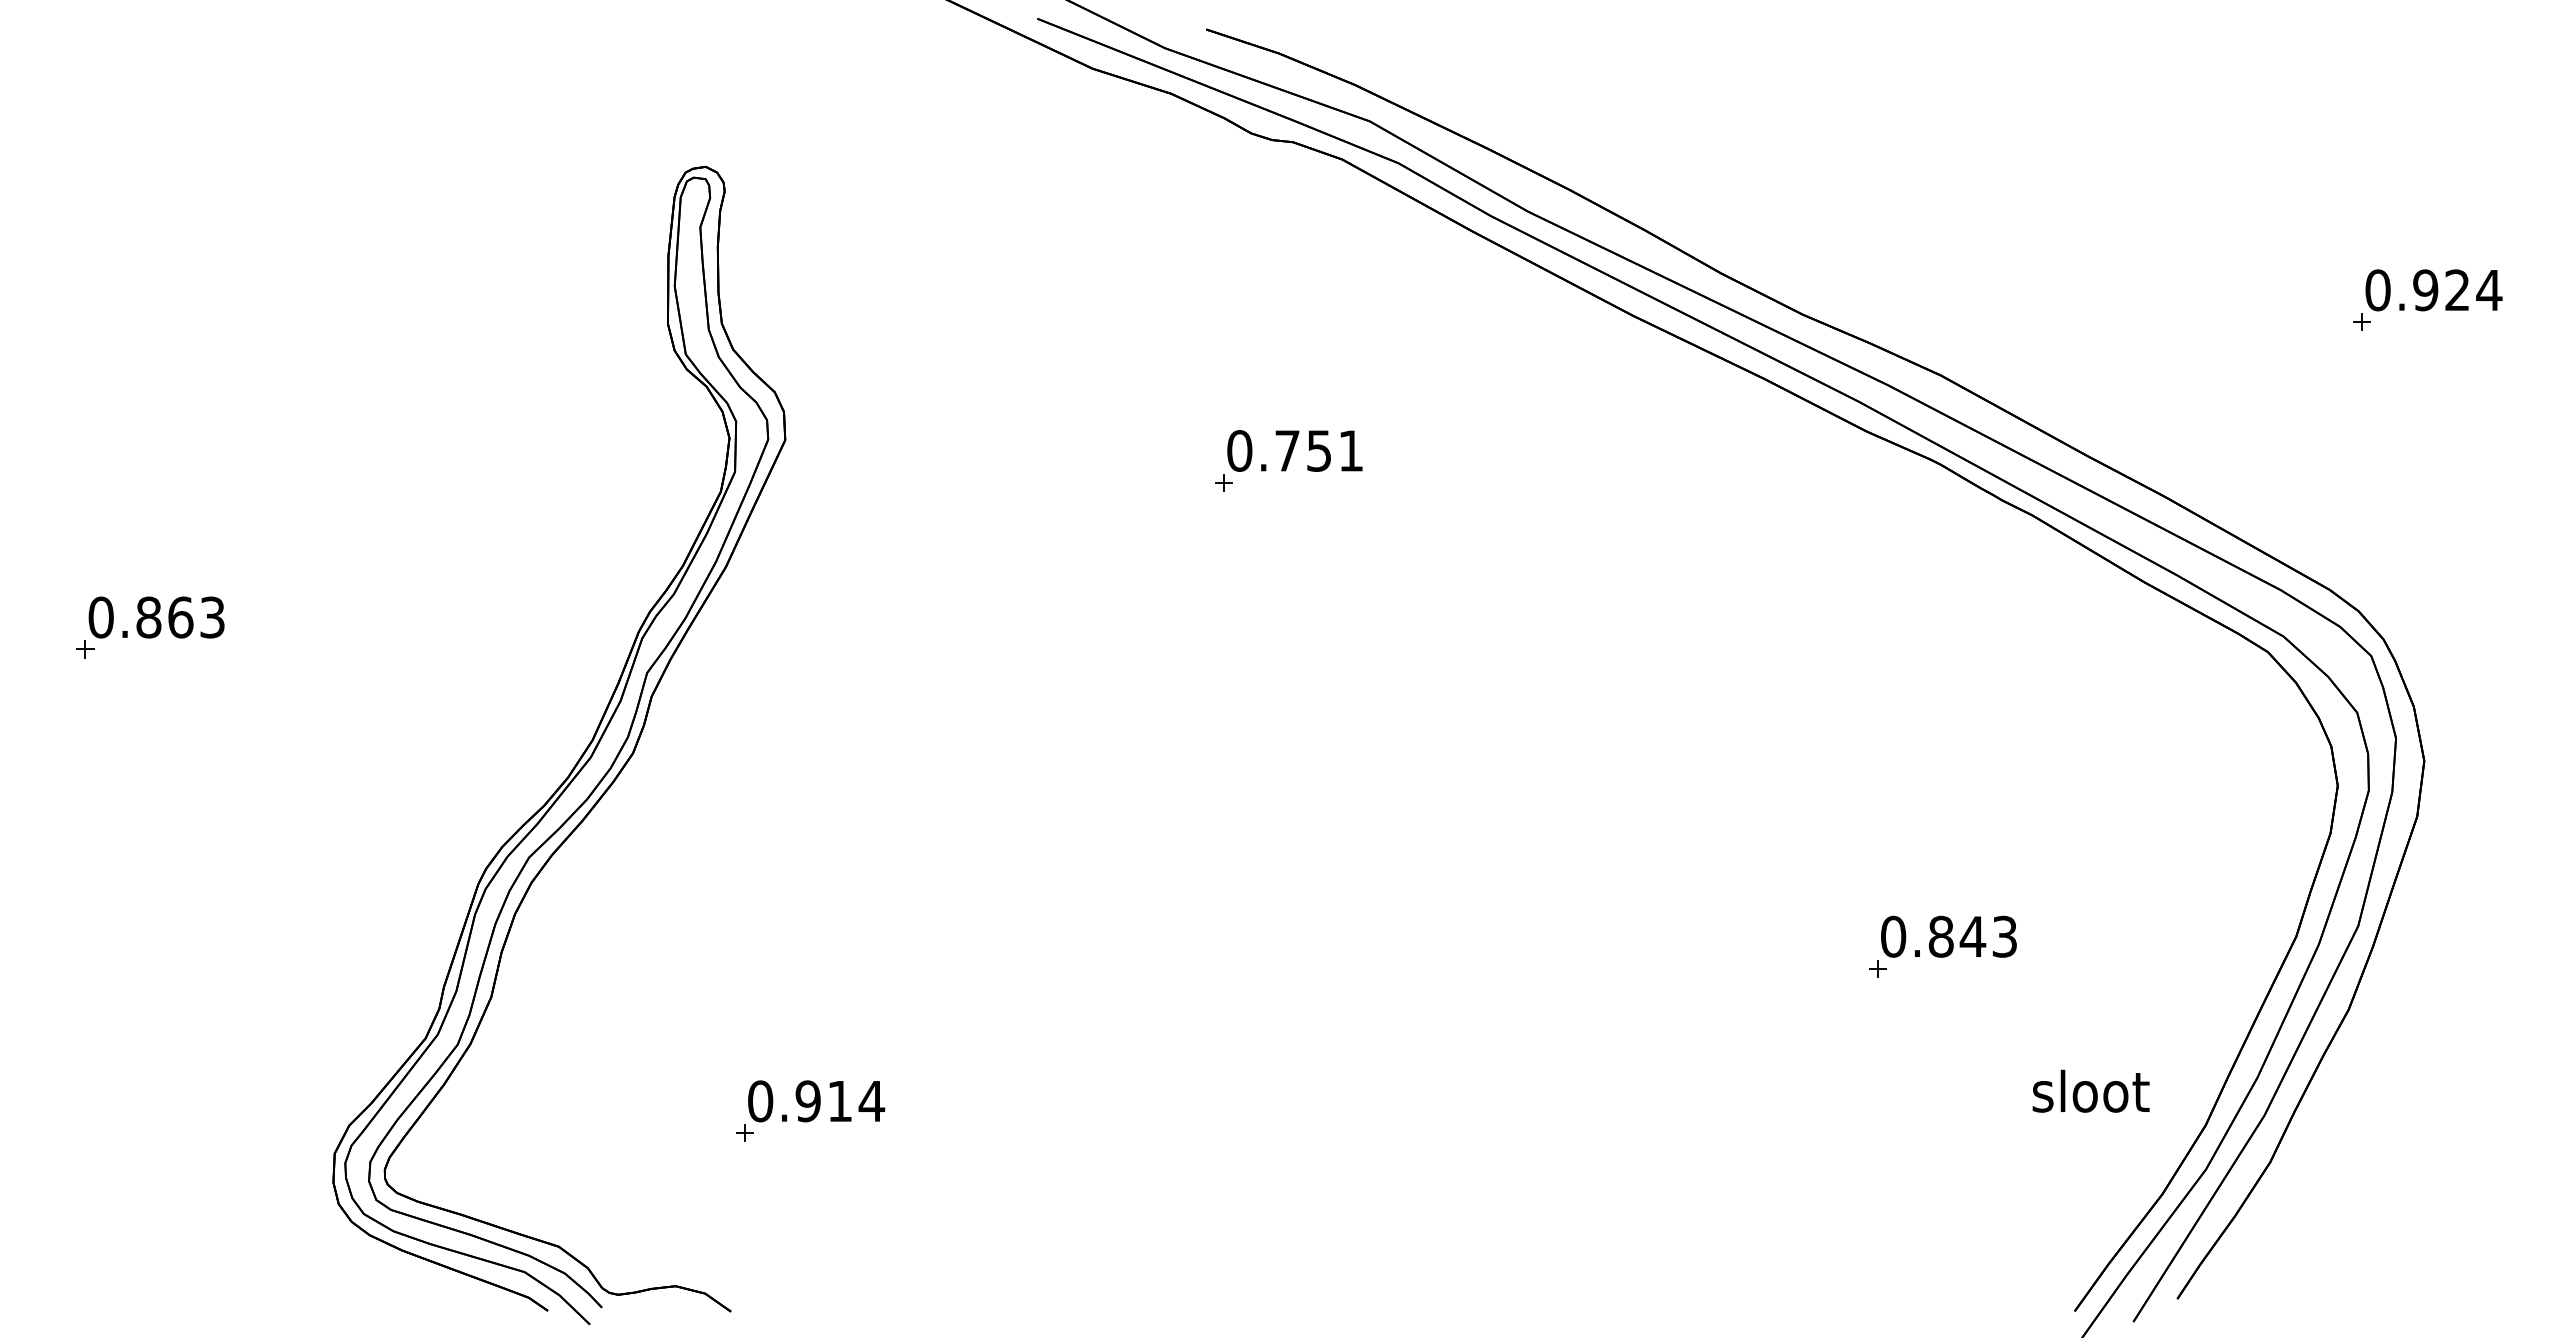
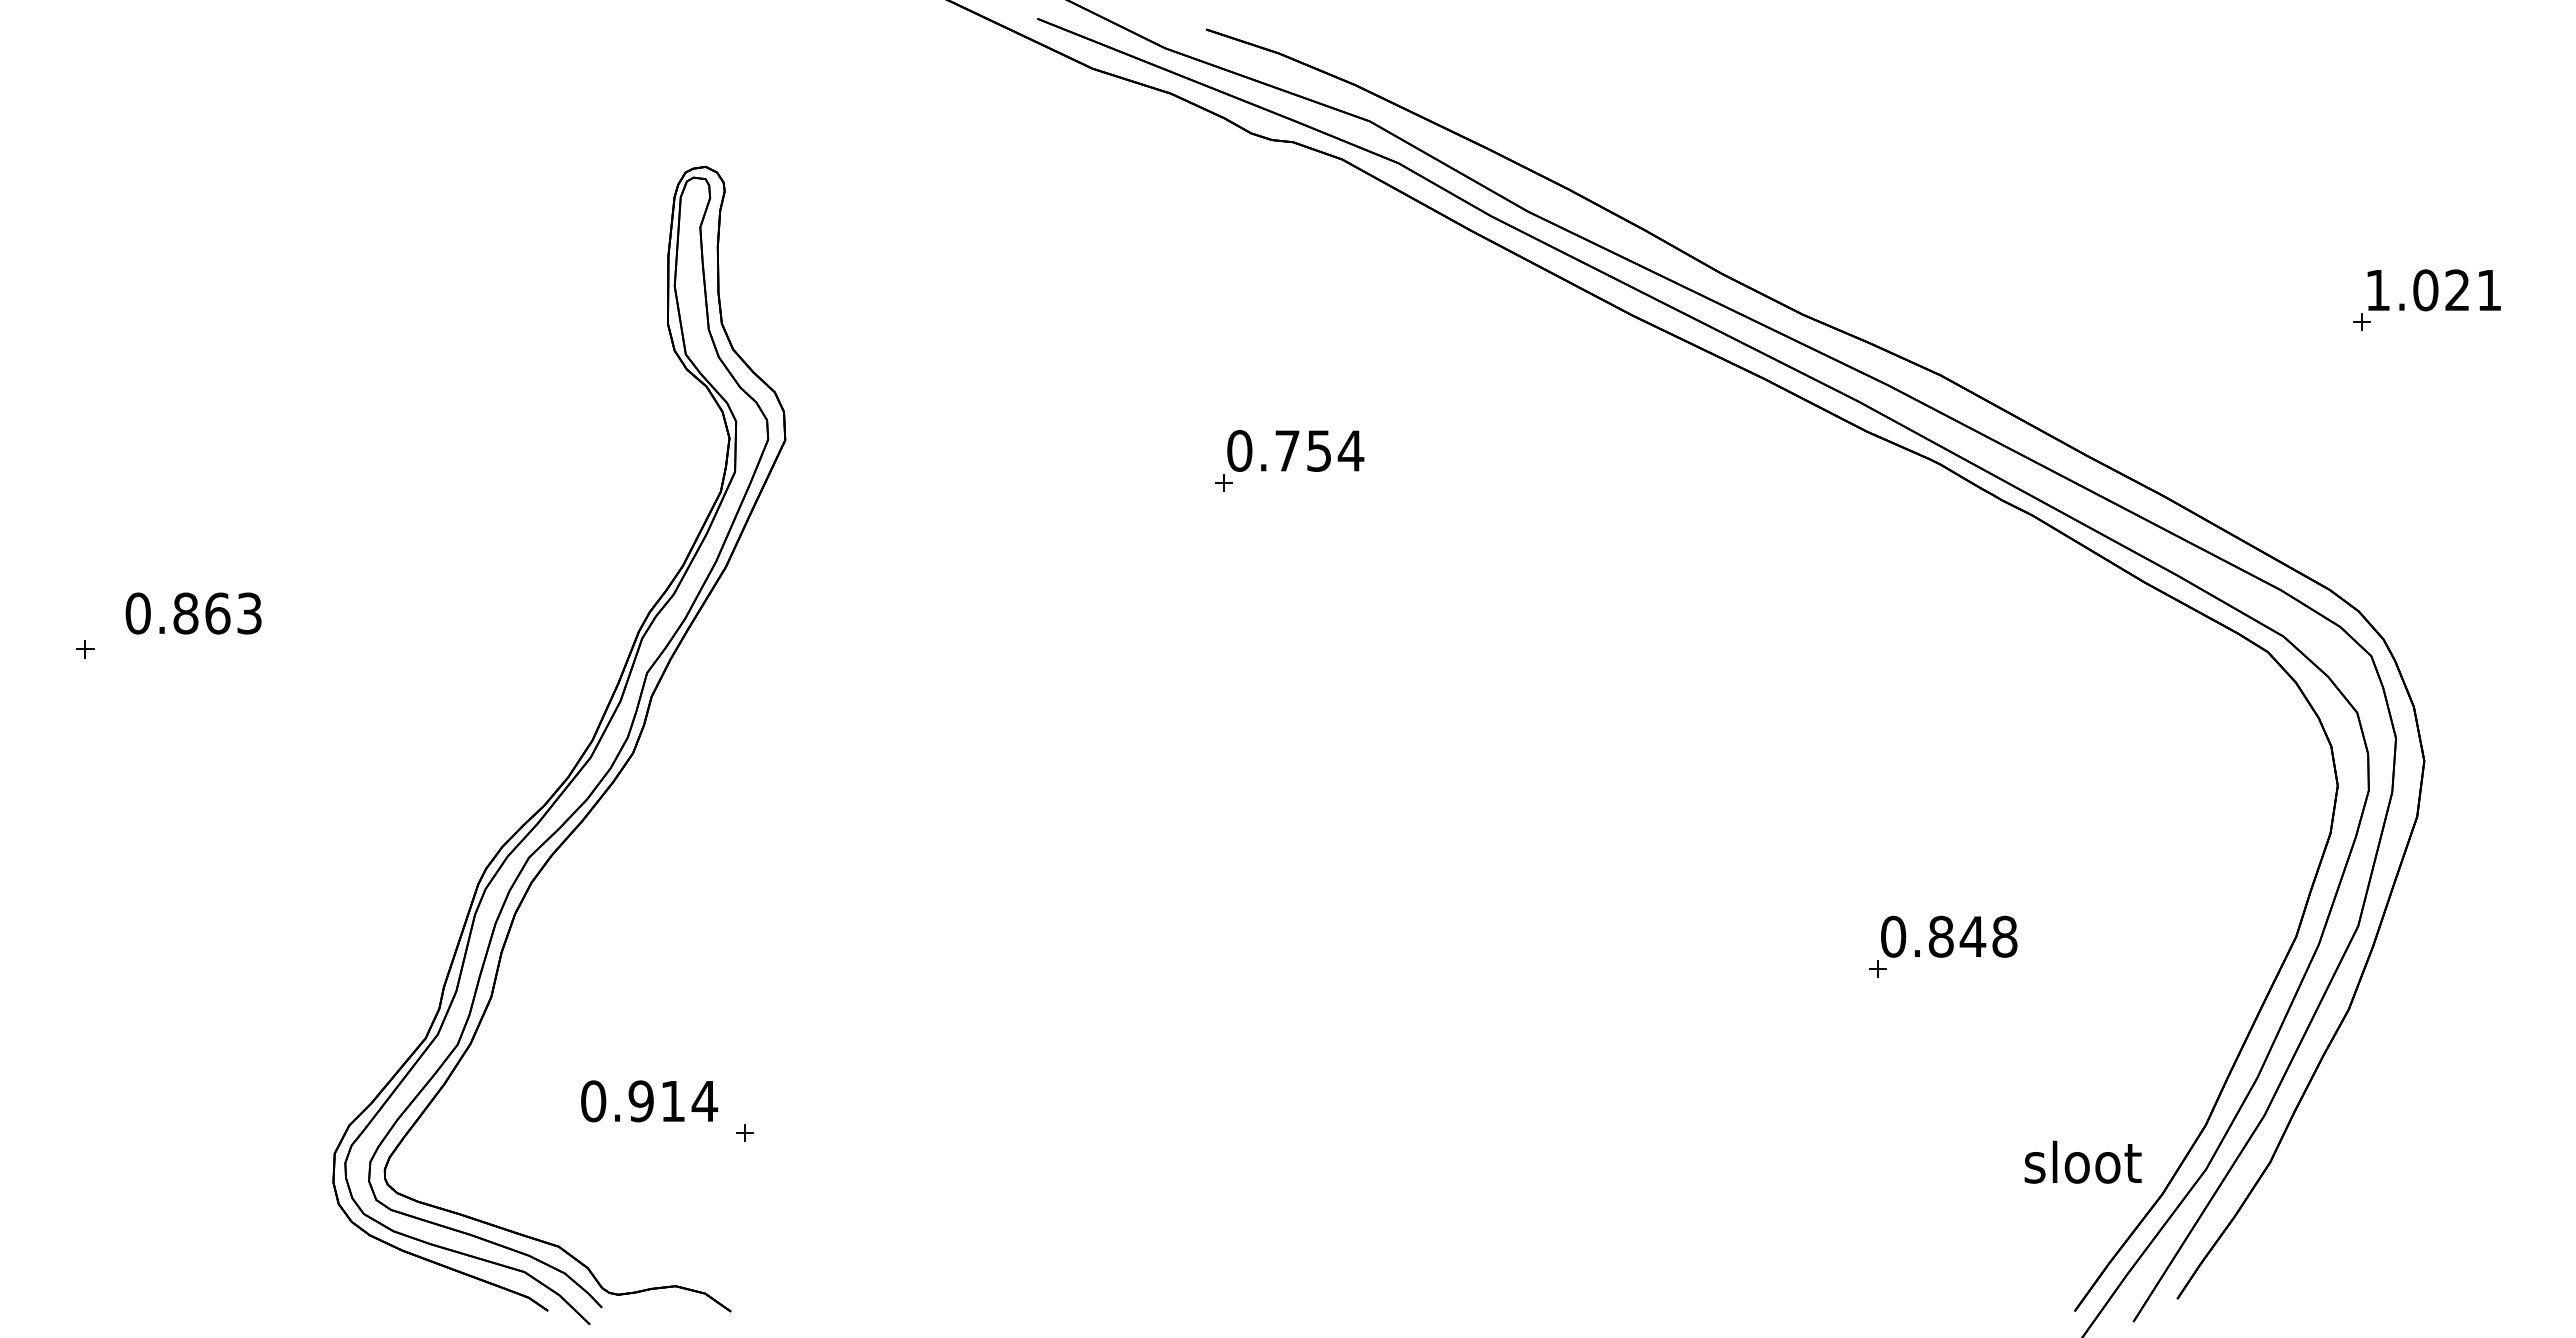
text at (2433, 290): 0.924 -> 1.021
text at (1350, 450): 0.751 -> 0.754
text at (156, 617) position: (156, 617) -> (193, 613)
text at (2004, 936): 0.843 -> 0.848
text at (2090, 1090) position: (2090, 1090) -> (2082, 1161)
text at (816, 1101) position: (816, 1101) -> (649, 1101)
